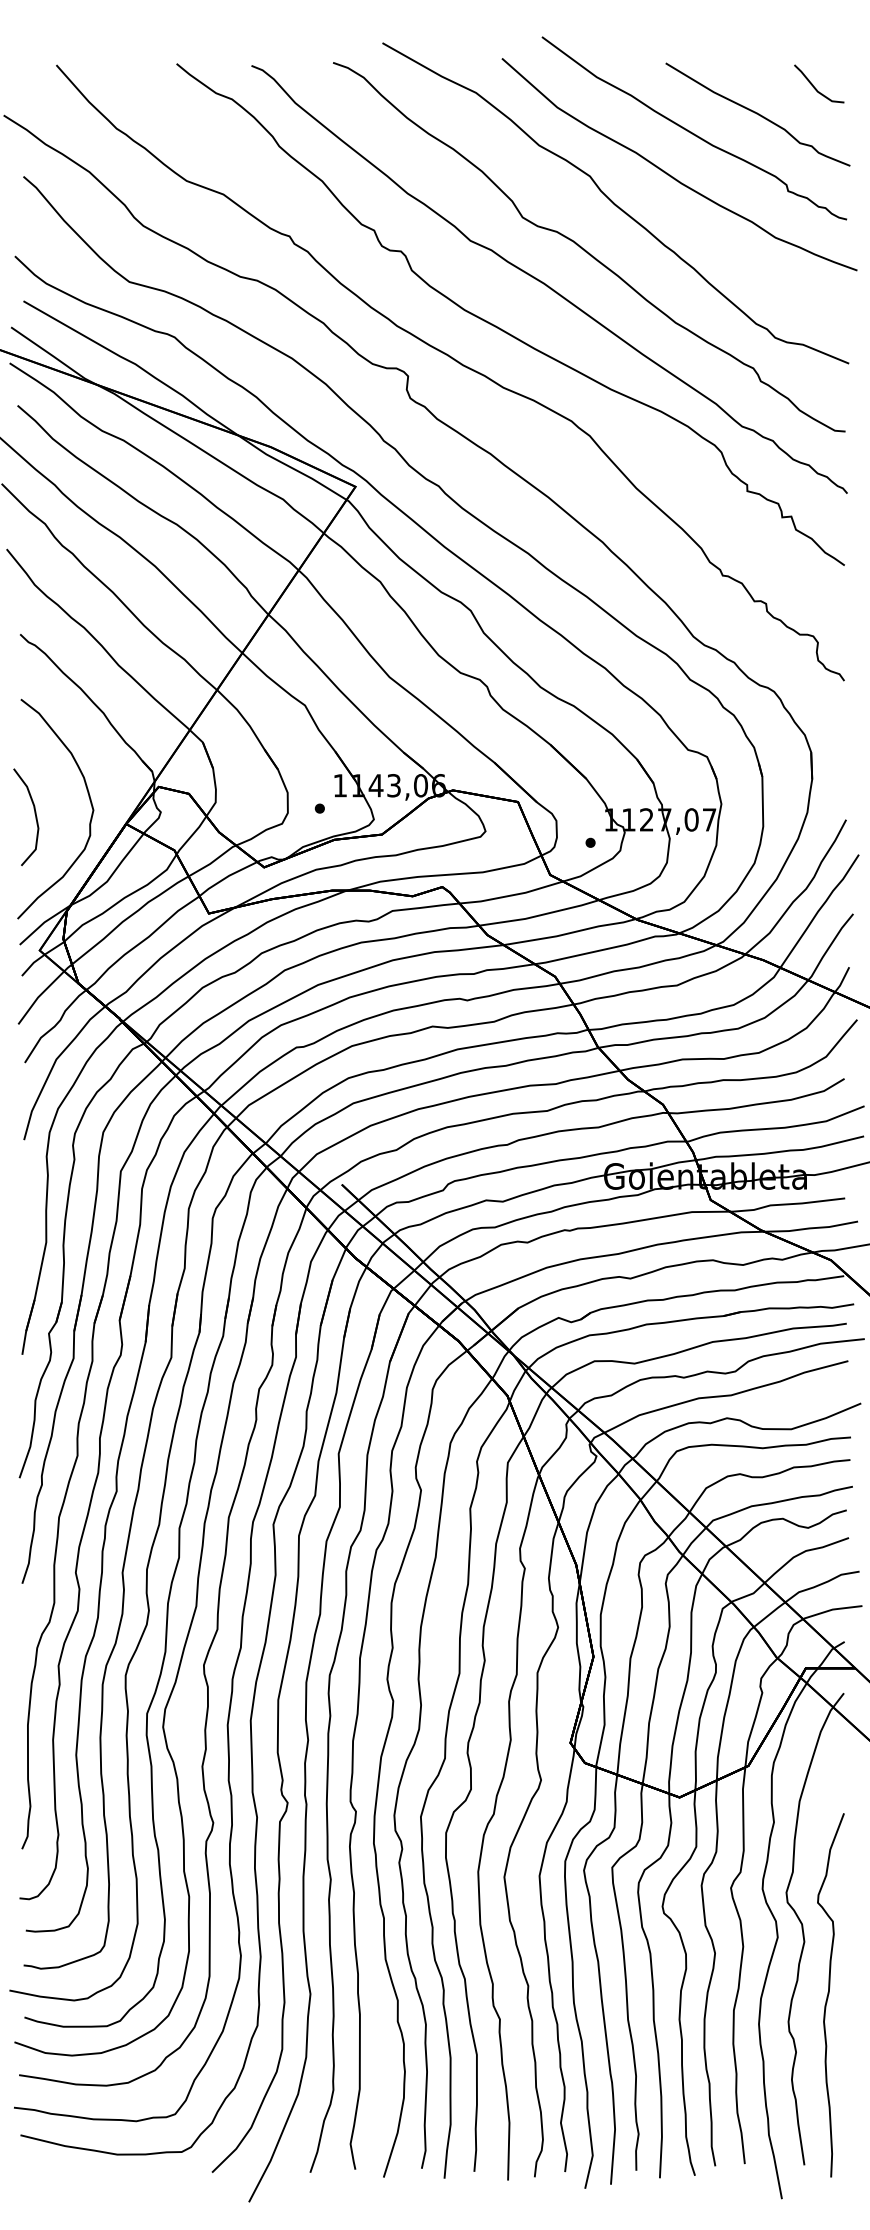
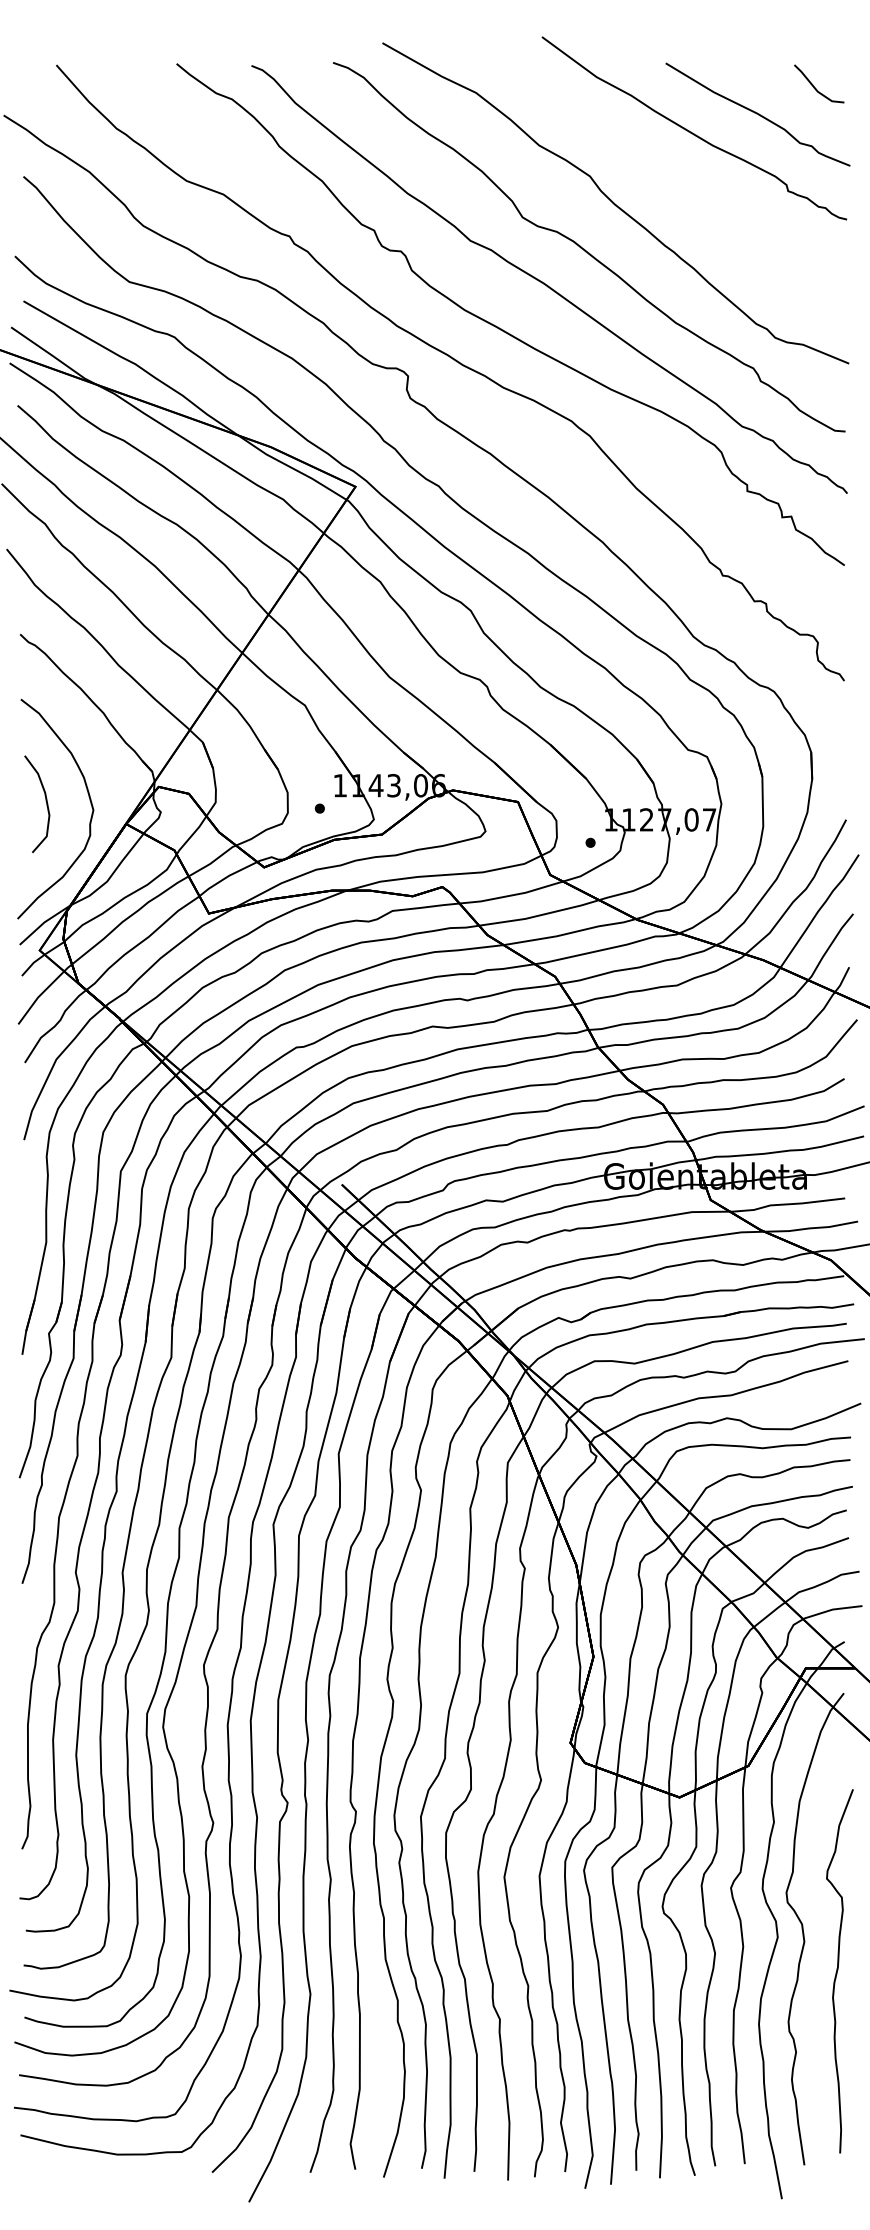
curve at (673, 176): present -> none
curve at (34, 814) position: (34, 814) -> (45, 801)
curve at (829, 1994) position: (829, 1994) -> (838, 1970)
